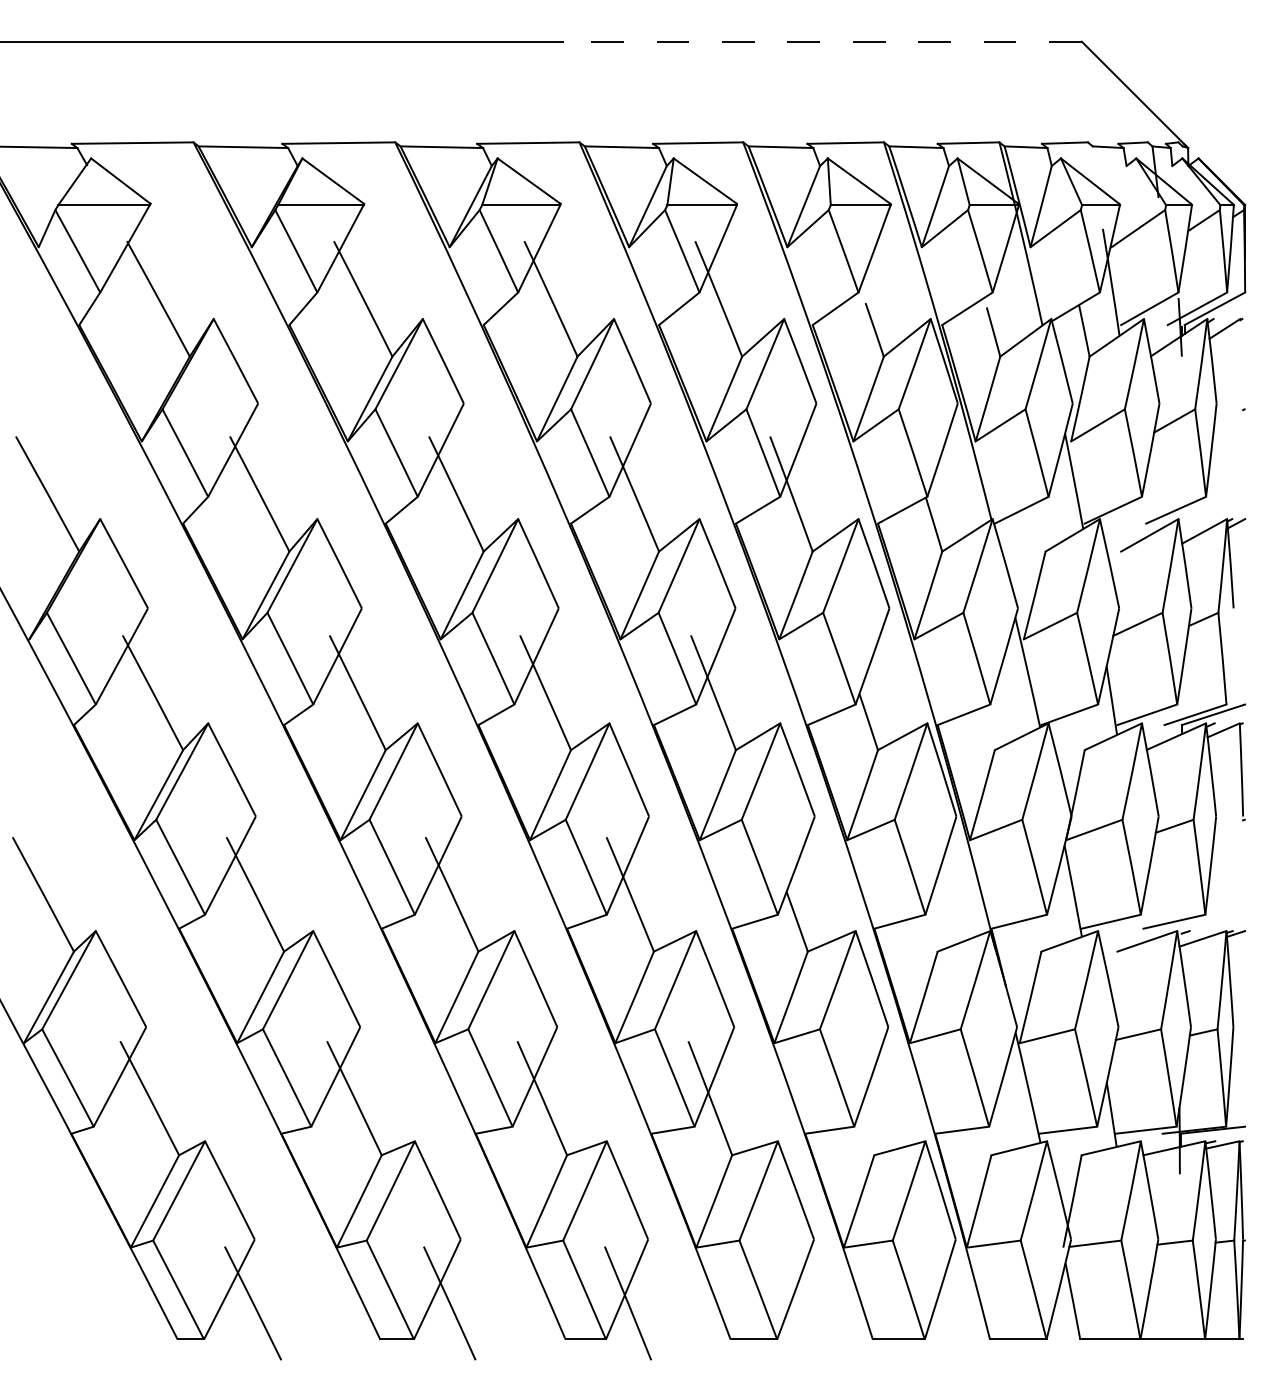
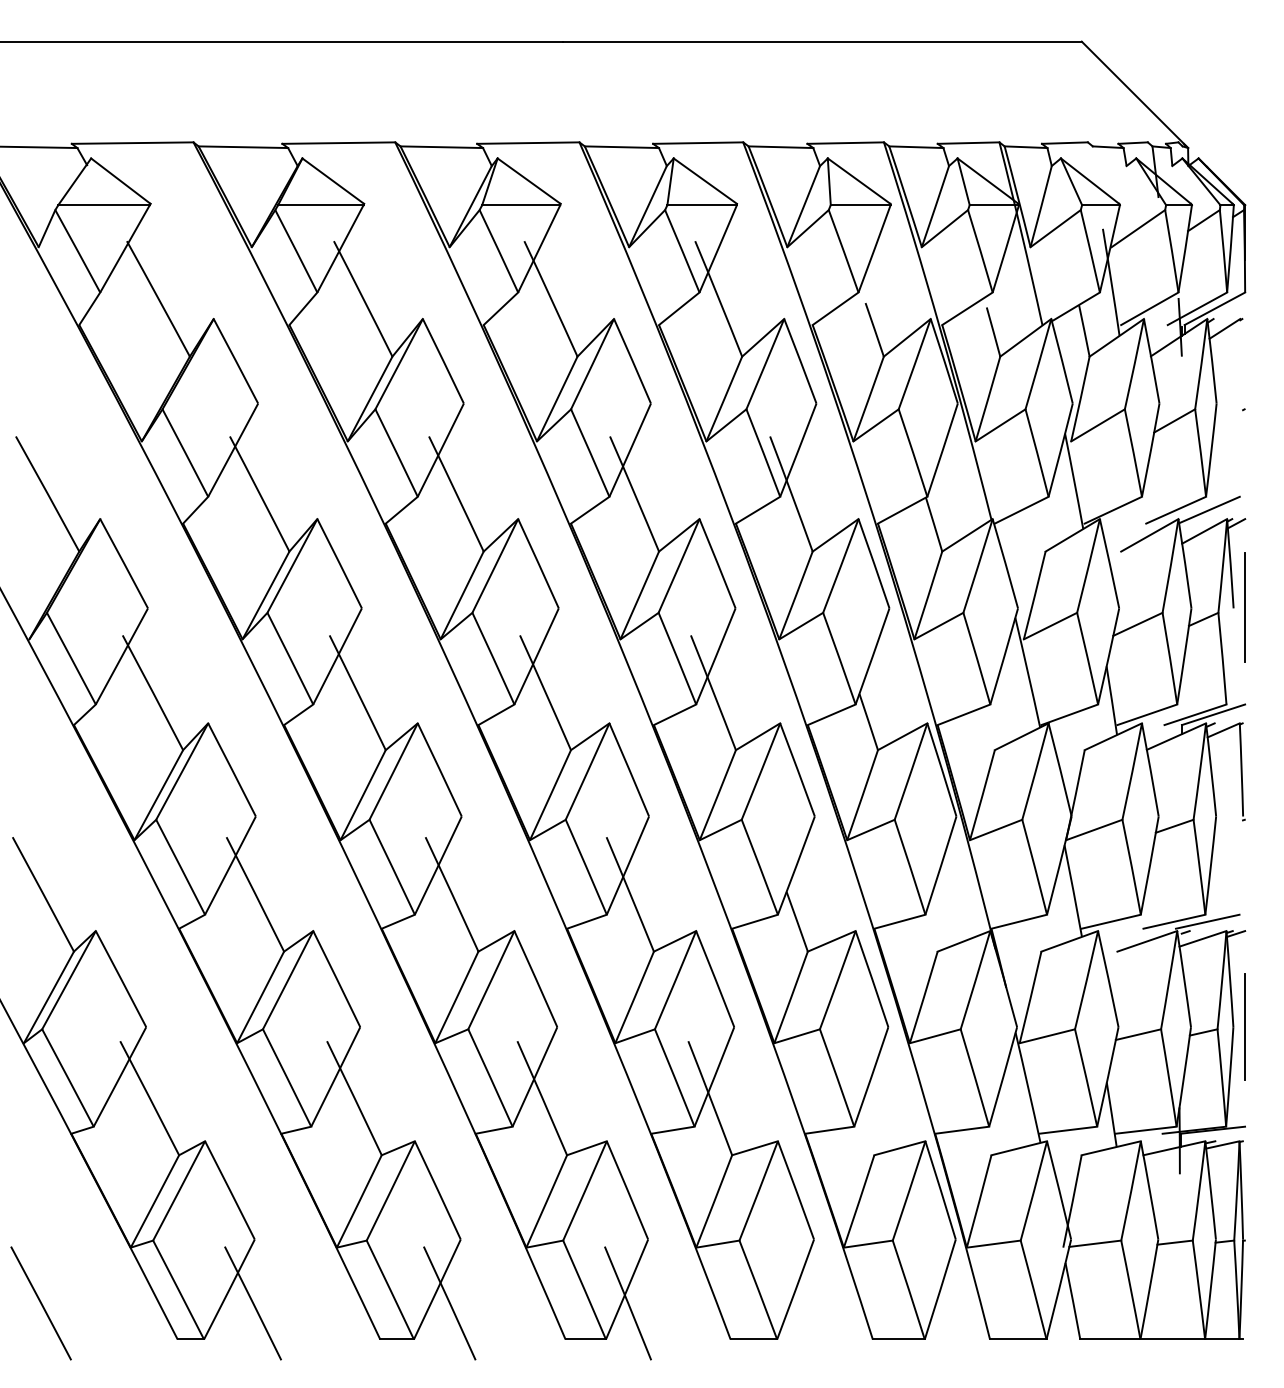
line at (821, 41): dashed -> solid
line at (1209, 509): none -> present
line at (1245, 607): none -> present
line at (1207, 921): none -> present
line at (1244, 1026): none -> present
line at (40, 1303): none -> present
